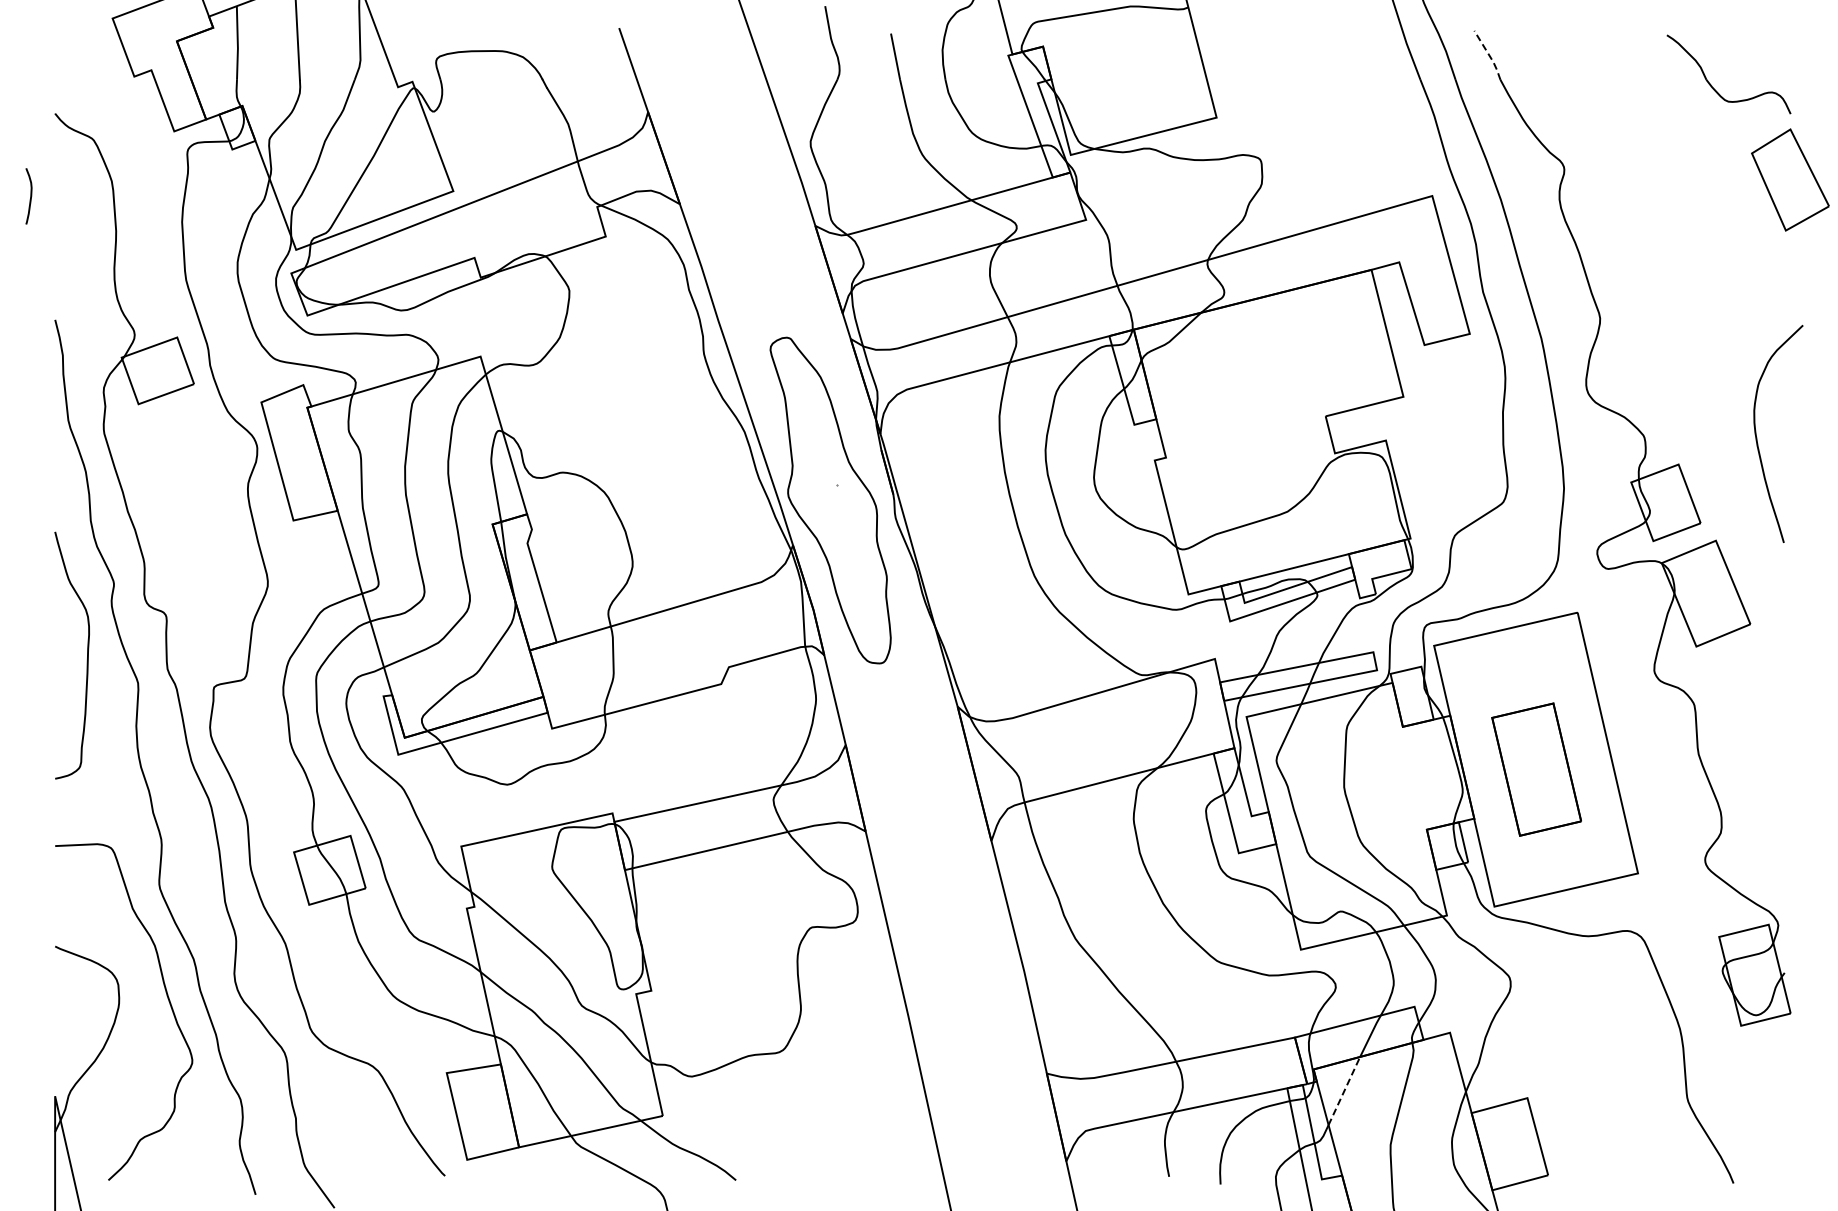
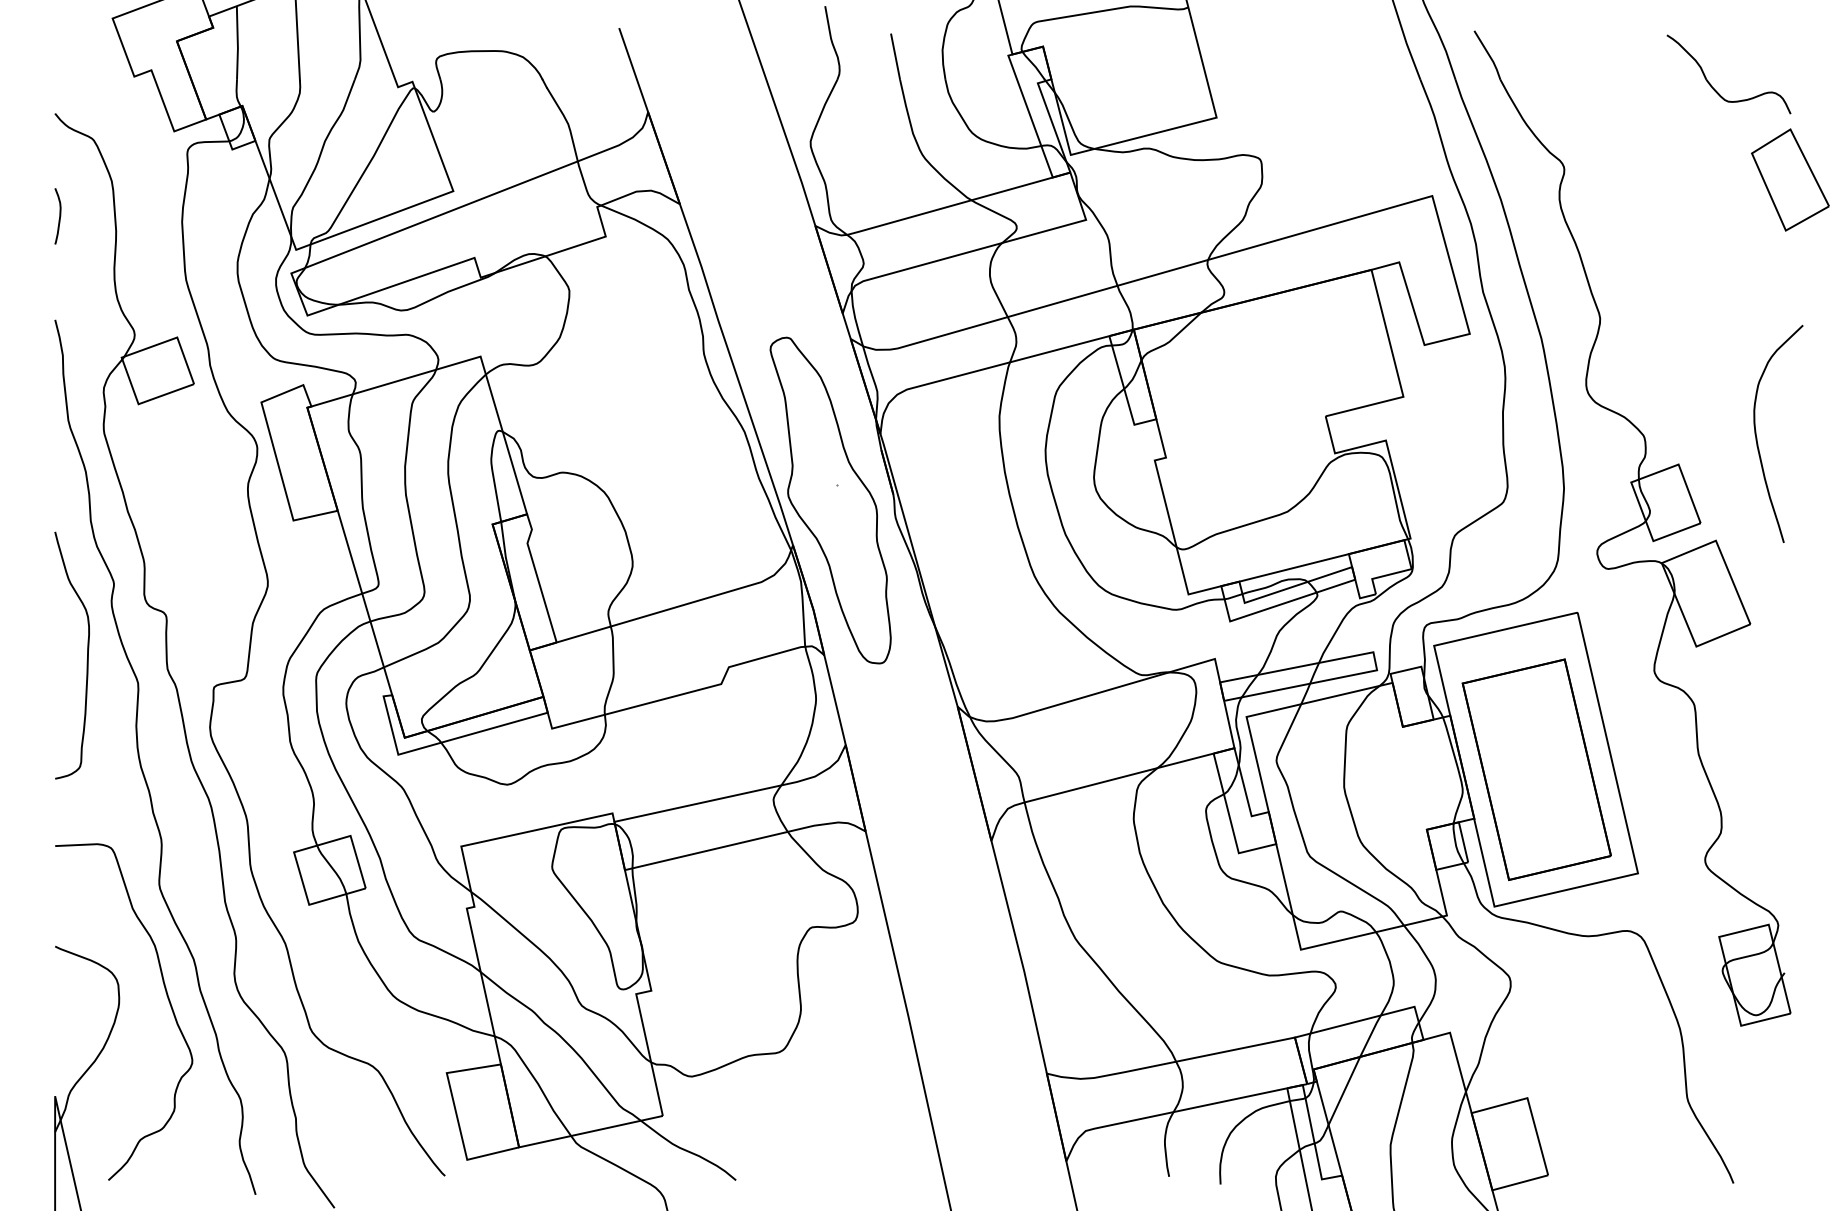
line at (1489, 55): dashed -> solid
curve at (30, 196) position: (30, 196) -> (59, 216)
part at (1536, 769) size: 91x135 px -> 151x223 px
line at (1344, 1091): dashed -> solid
